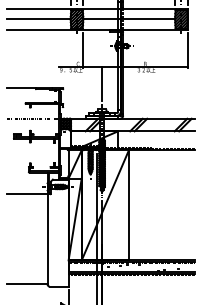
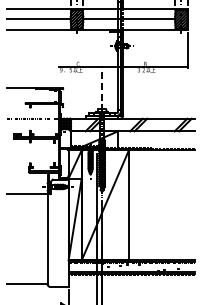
line at (83, 49): present -> none
line at (102, 83): solid -> dashed
